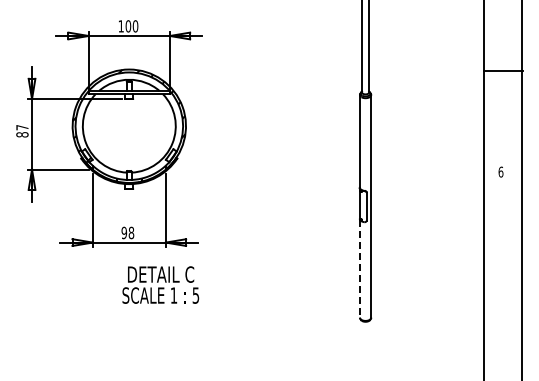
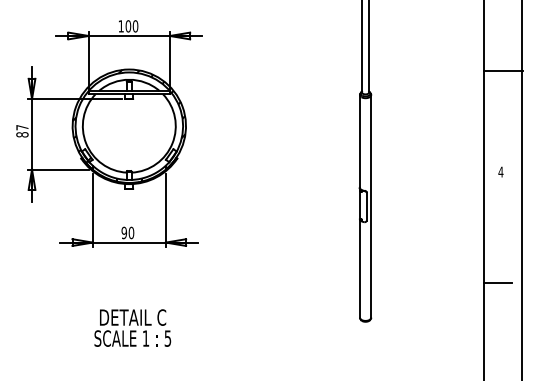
text at (500, 171): 6 -> 4
text at (131, 232): 98 -> 90
line at (359, 269): dashed -> solid
line at (497, 283): none -> present
text at (160, 284) position: (160, 284) -> (132, 327)
